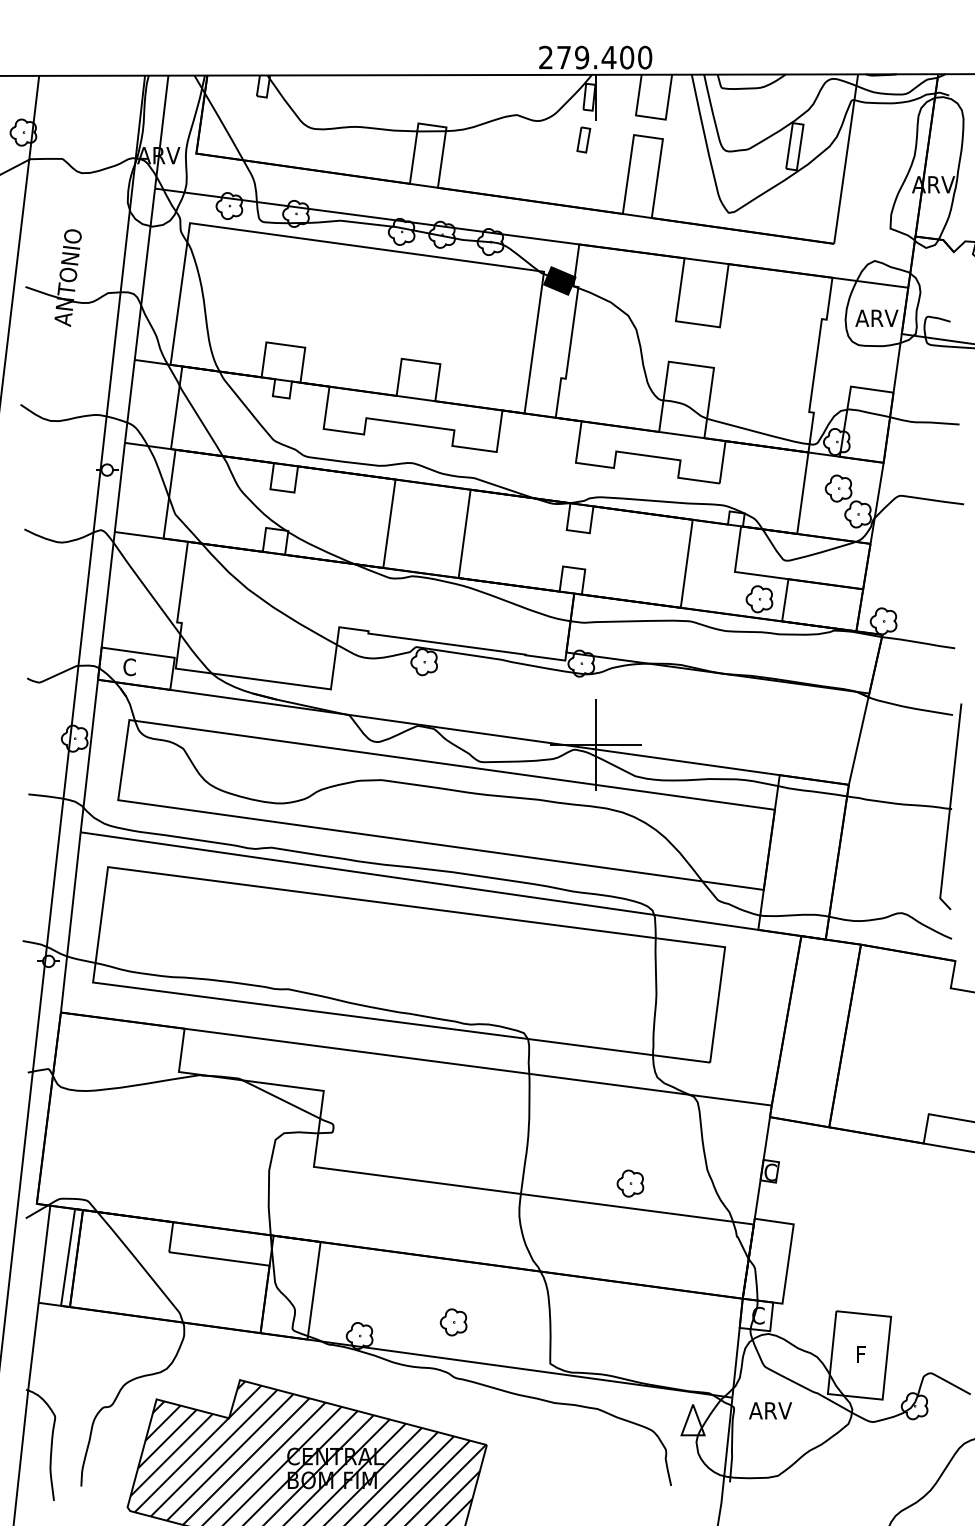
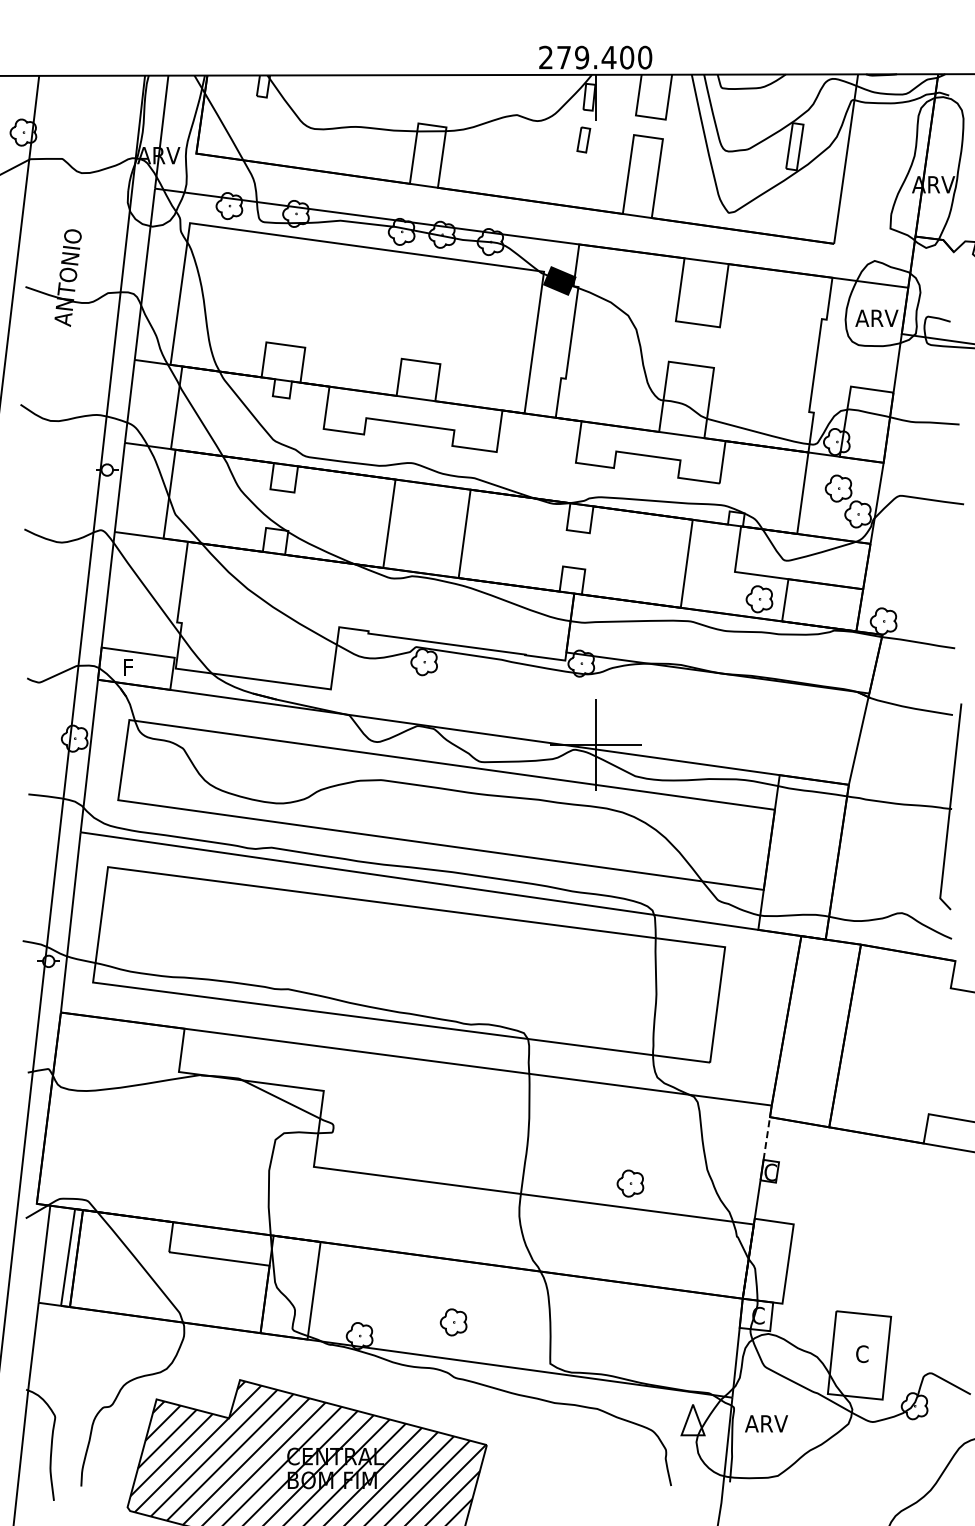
text at (129, 667): C -> F
line at (766, 1138): solid -> dashed
text at (862, 1354): F -> C
text at (770, 1410) position: (770, 1410) -> (766, 1423)
